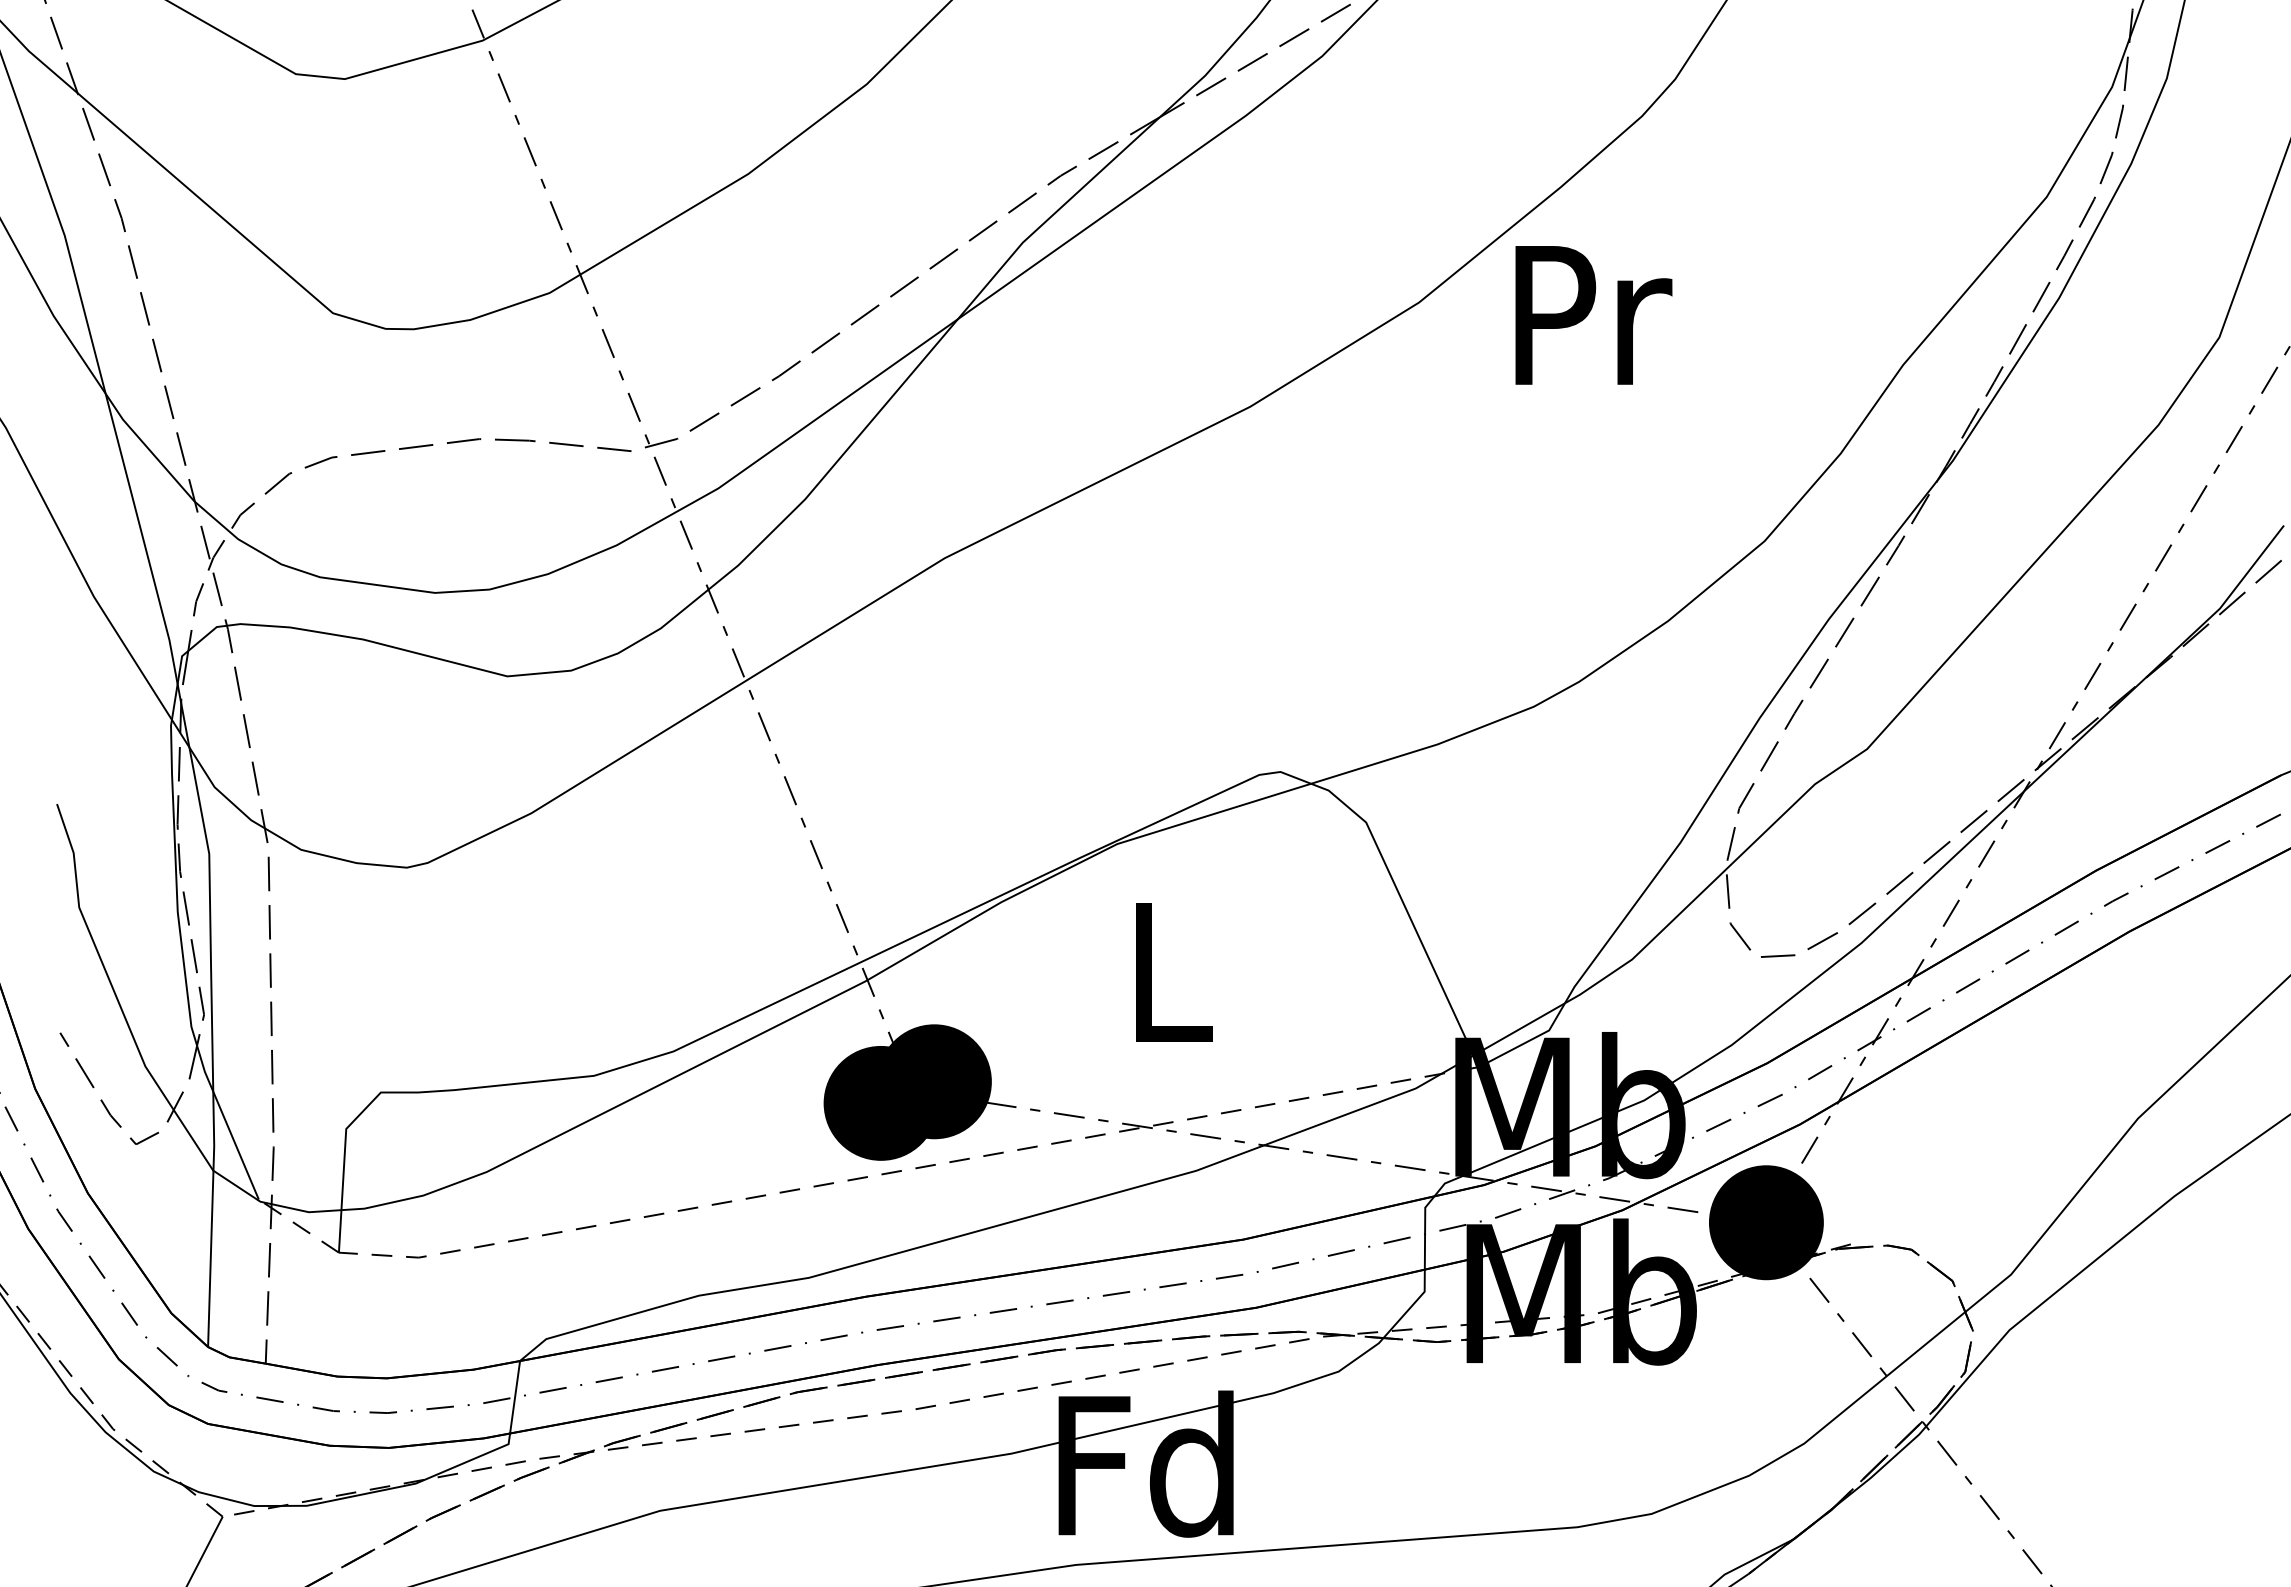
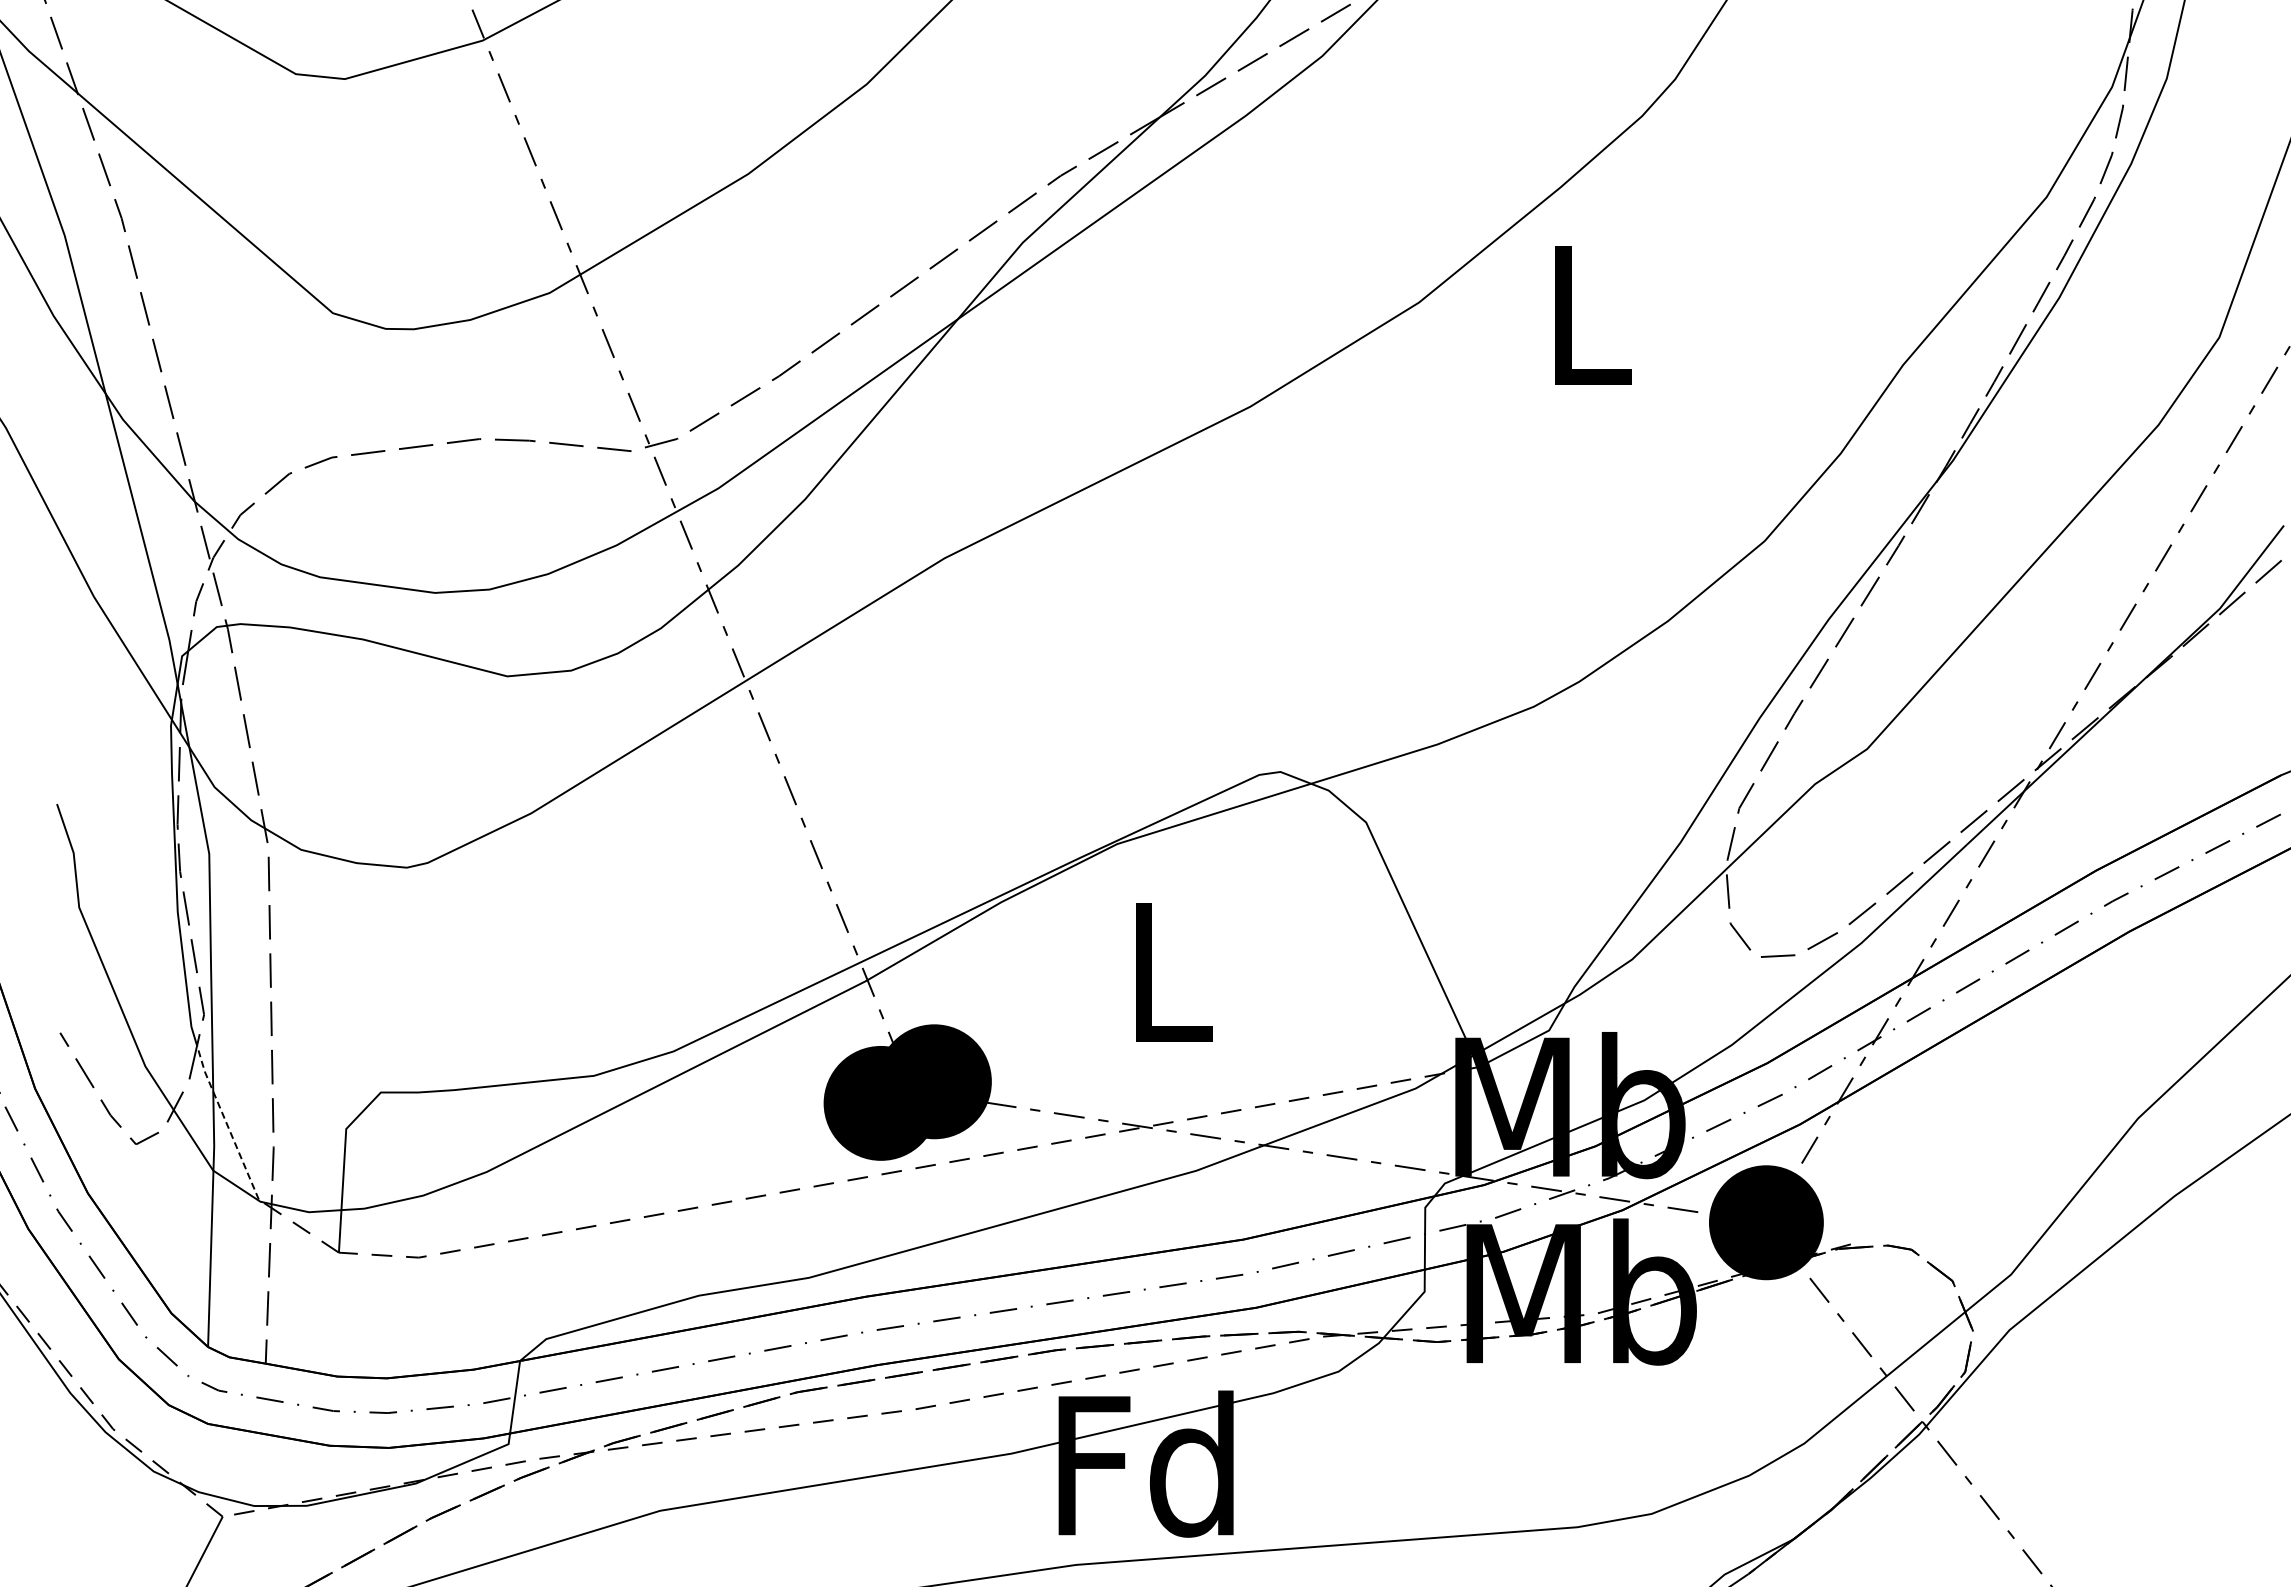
text at (1593, 315): Pr -> L
line at (226, 1122): solid -> dashed
